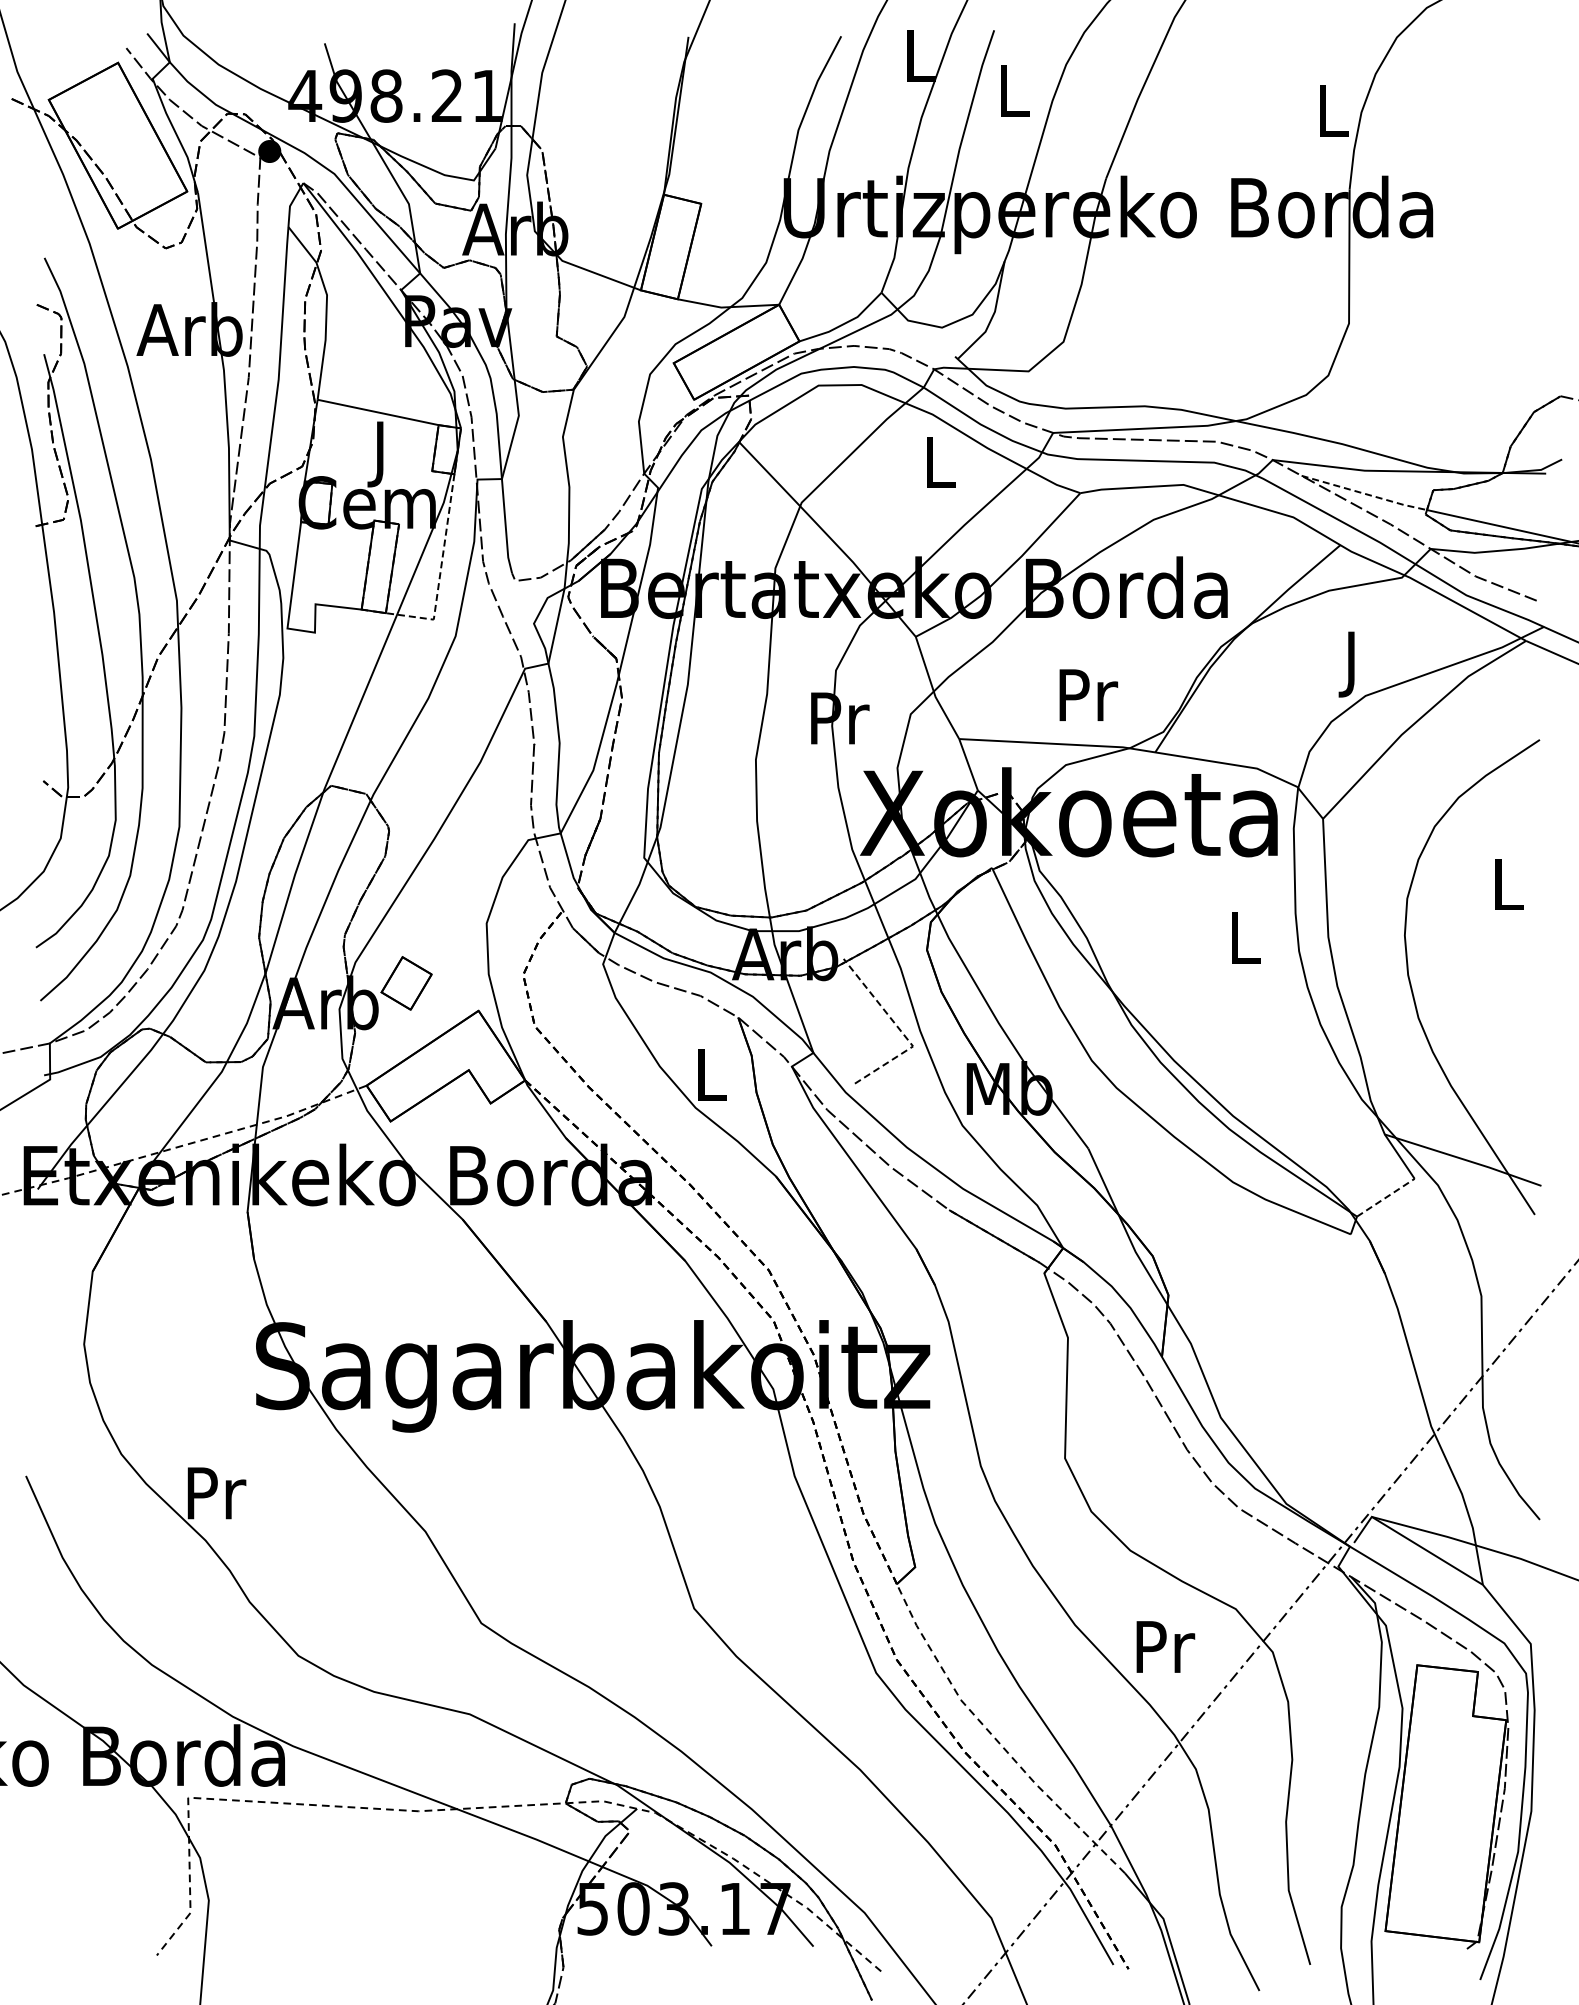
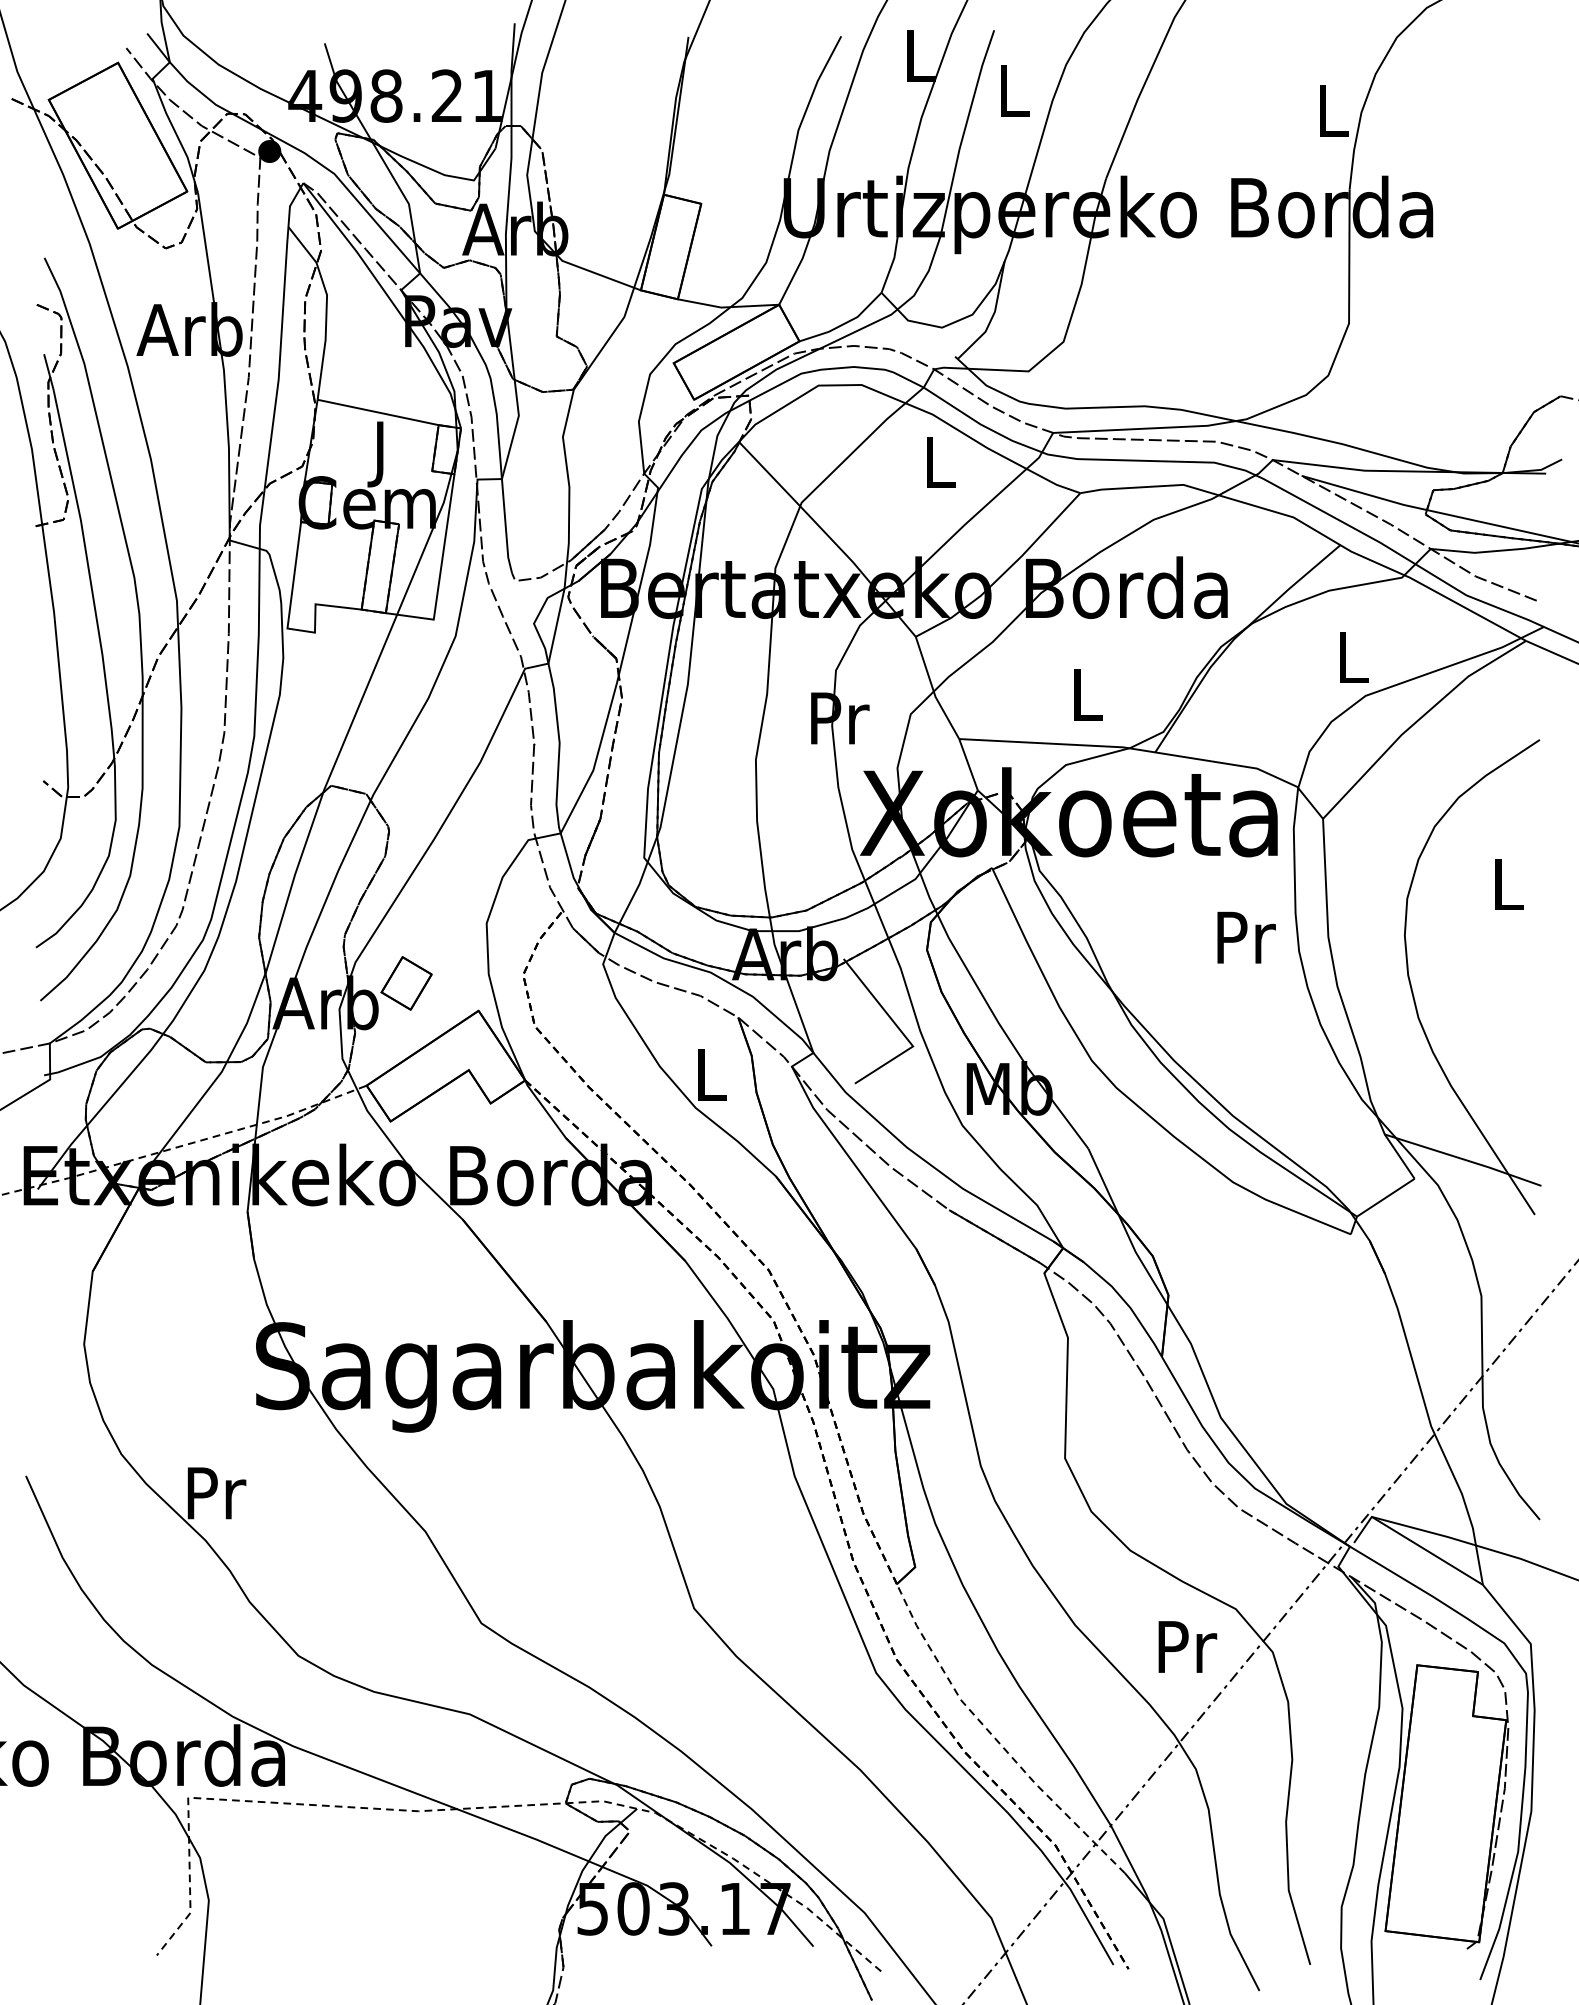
line at (1364, 493): dashed -> solid
line at (440, 572): dashed -> solid
text at (1353, 664): J -> L
text at (1088, 695): Pr -> L
text at (1246, 937): L -> Pr
line at (900, 1030): dashed -> solid
line at (1386, 1197): dashed -> solid
text at (1165, 1646) position: (1165, 1646) -> (1187, 1646)
